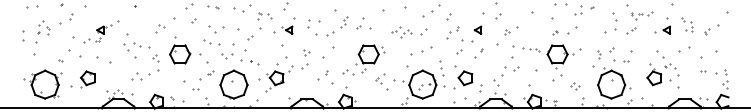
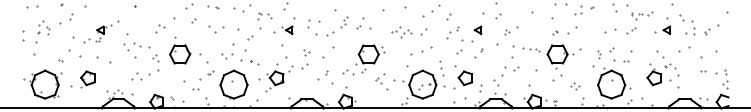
part at (614, 16) position: (614, 16) -> (614, 7)
part at (687, 24) size: 13x16 px -> 17x22 px
part at (211, 42): present -> none
